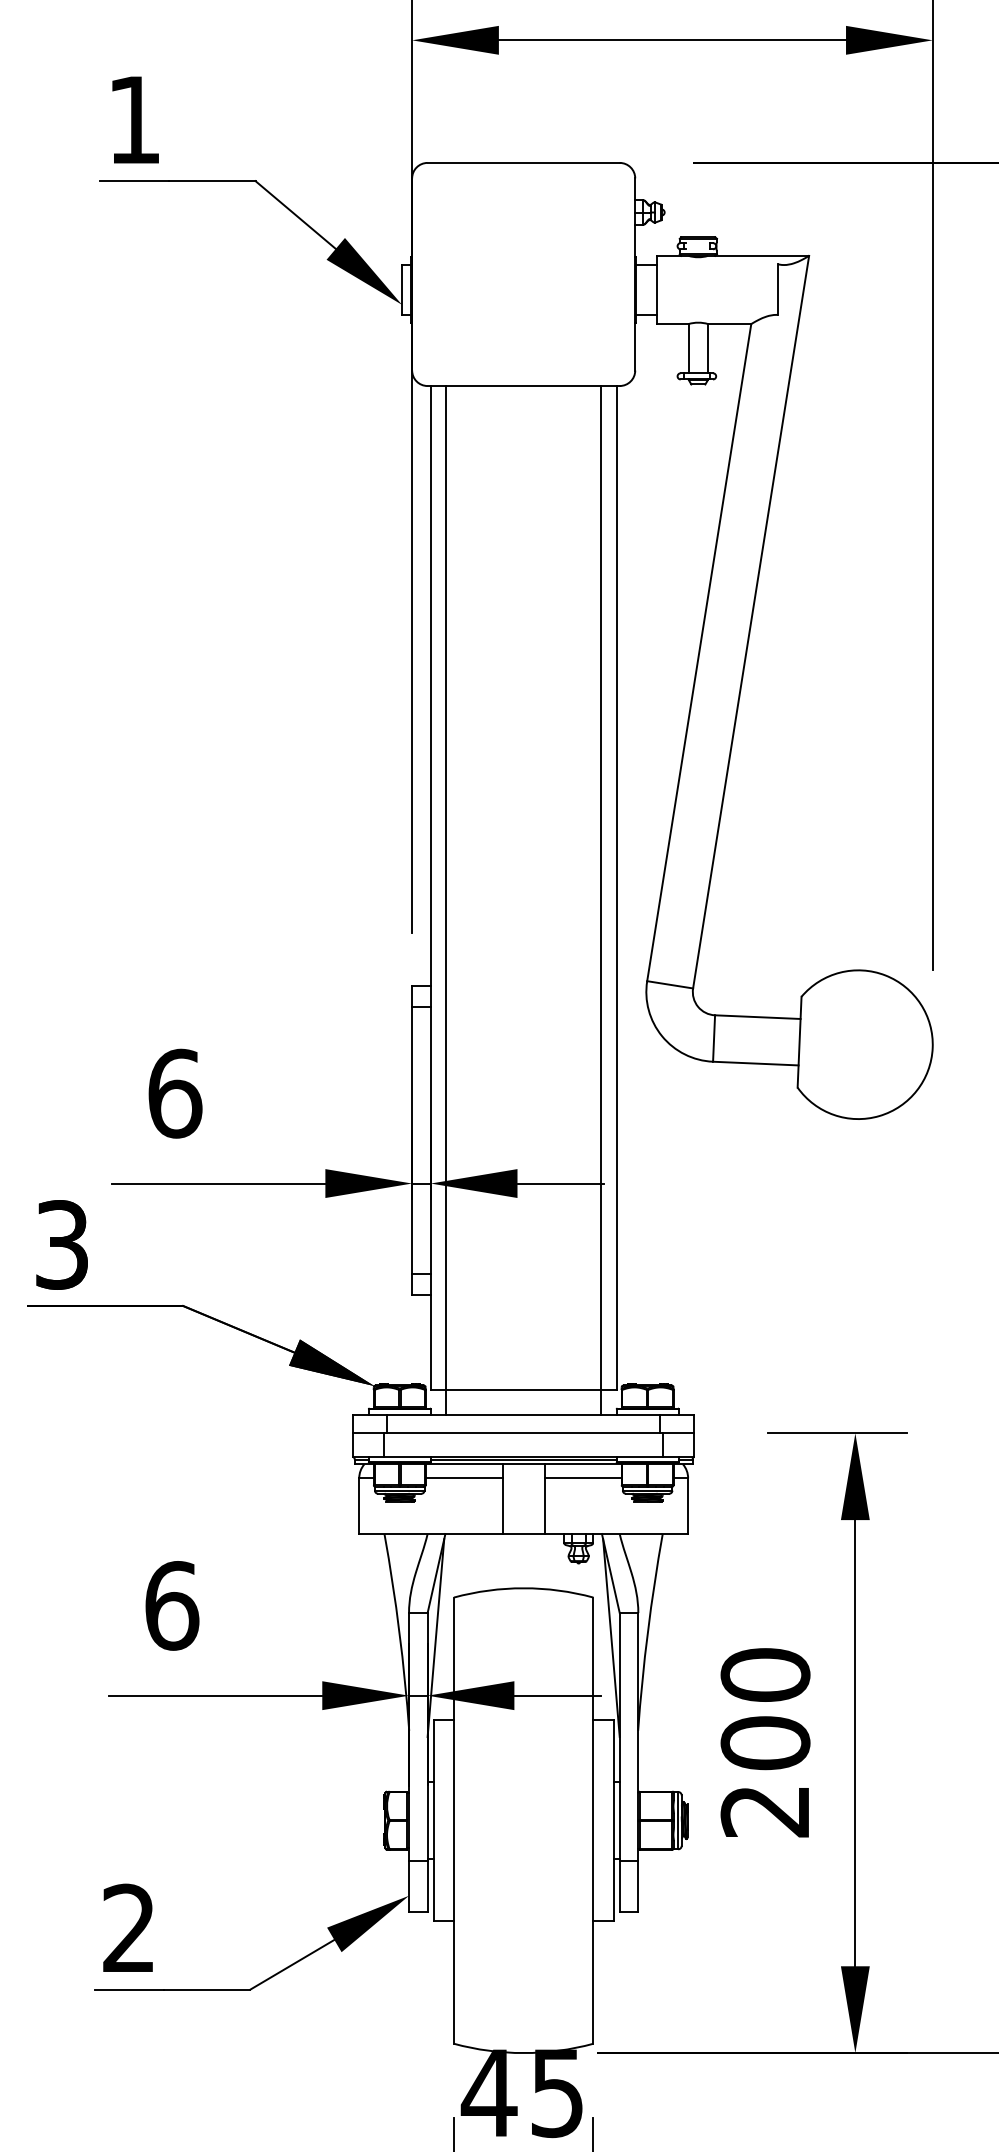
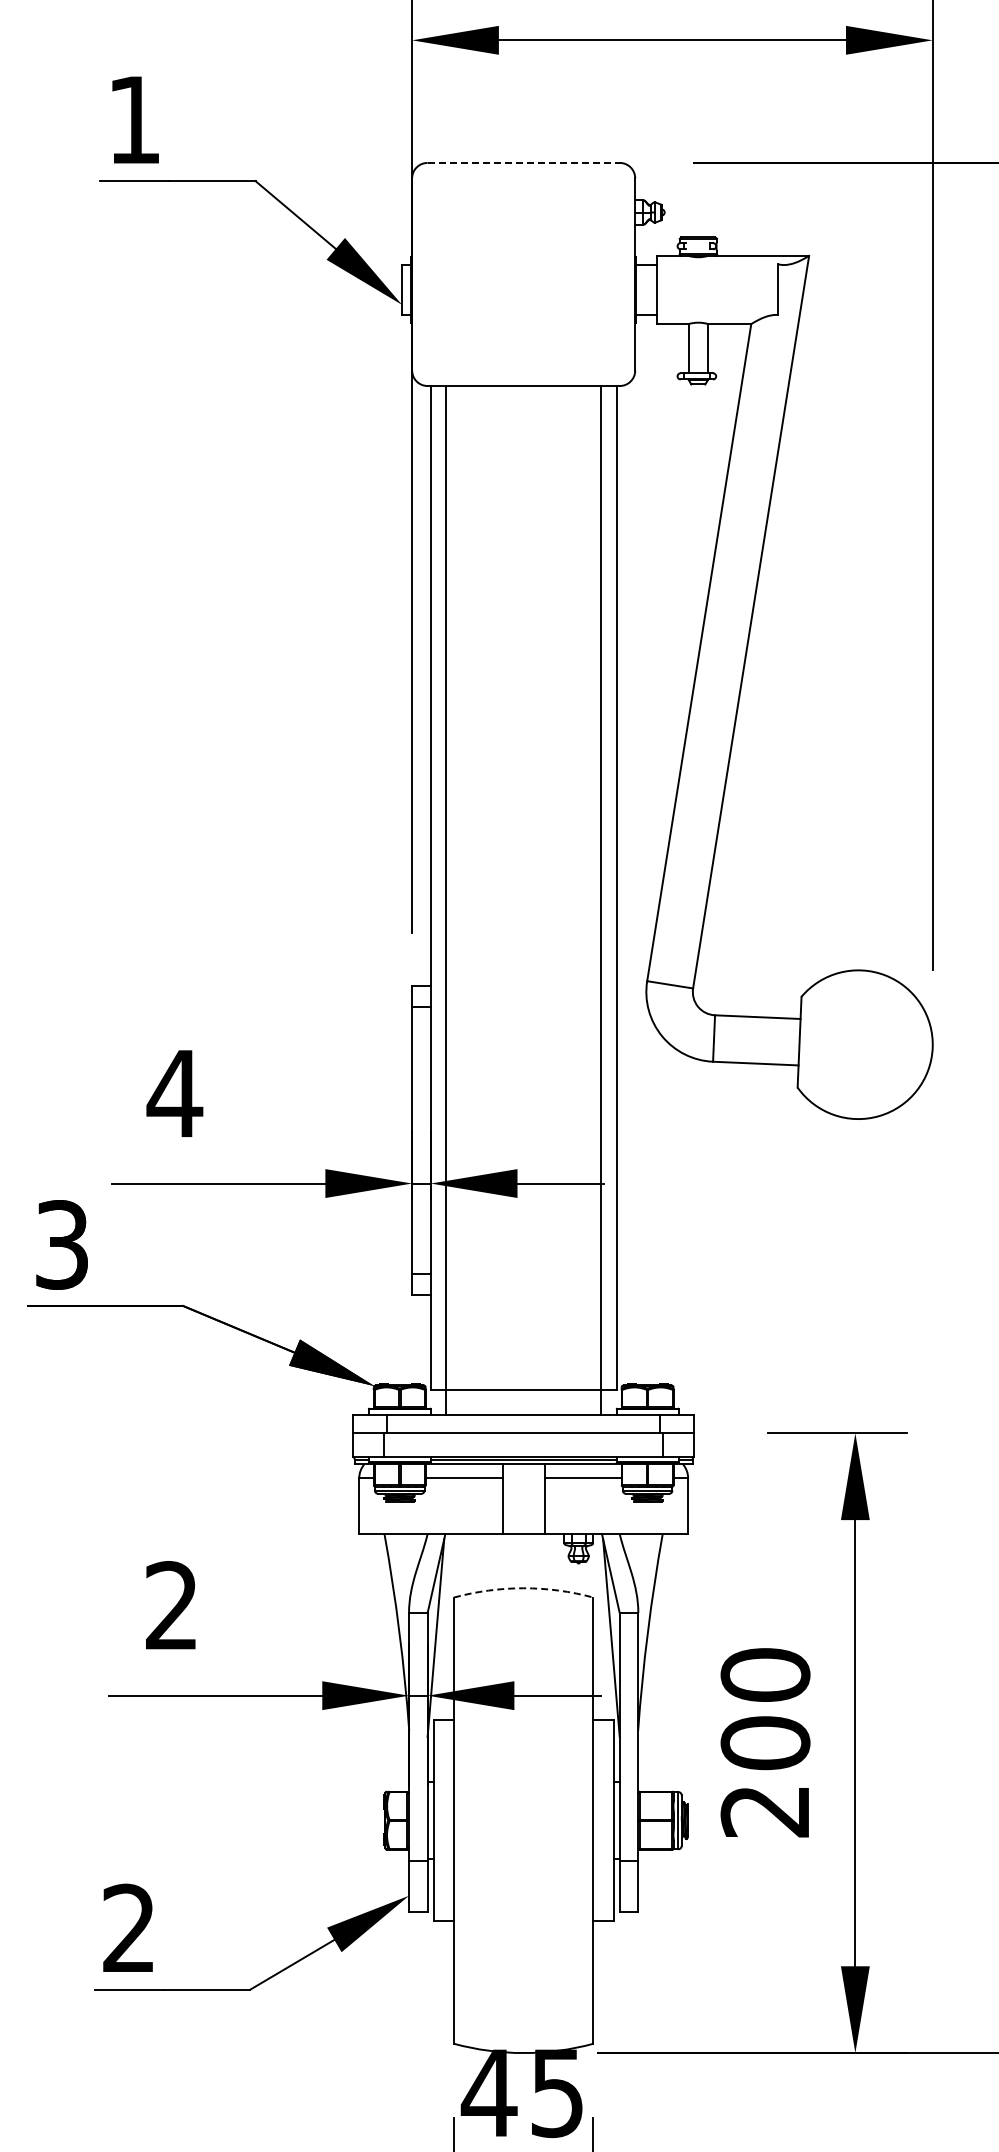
line at (524, 162): solid -> dashed
text at (174, 1093): 6 -> 4
arc at (523, 1588): solid -> dashed
text at (172, 1605): 6 -> 2
